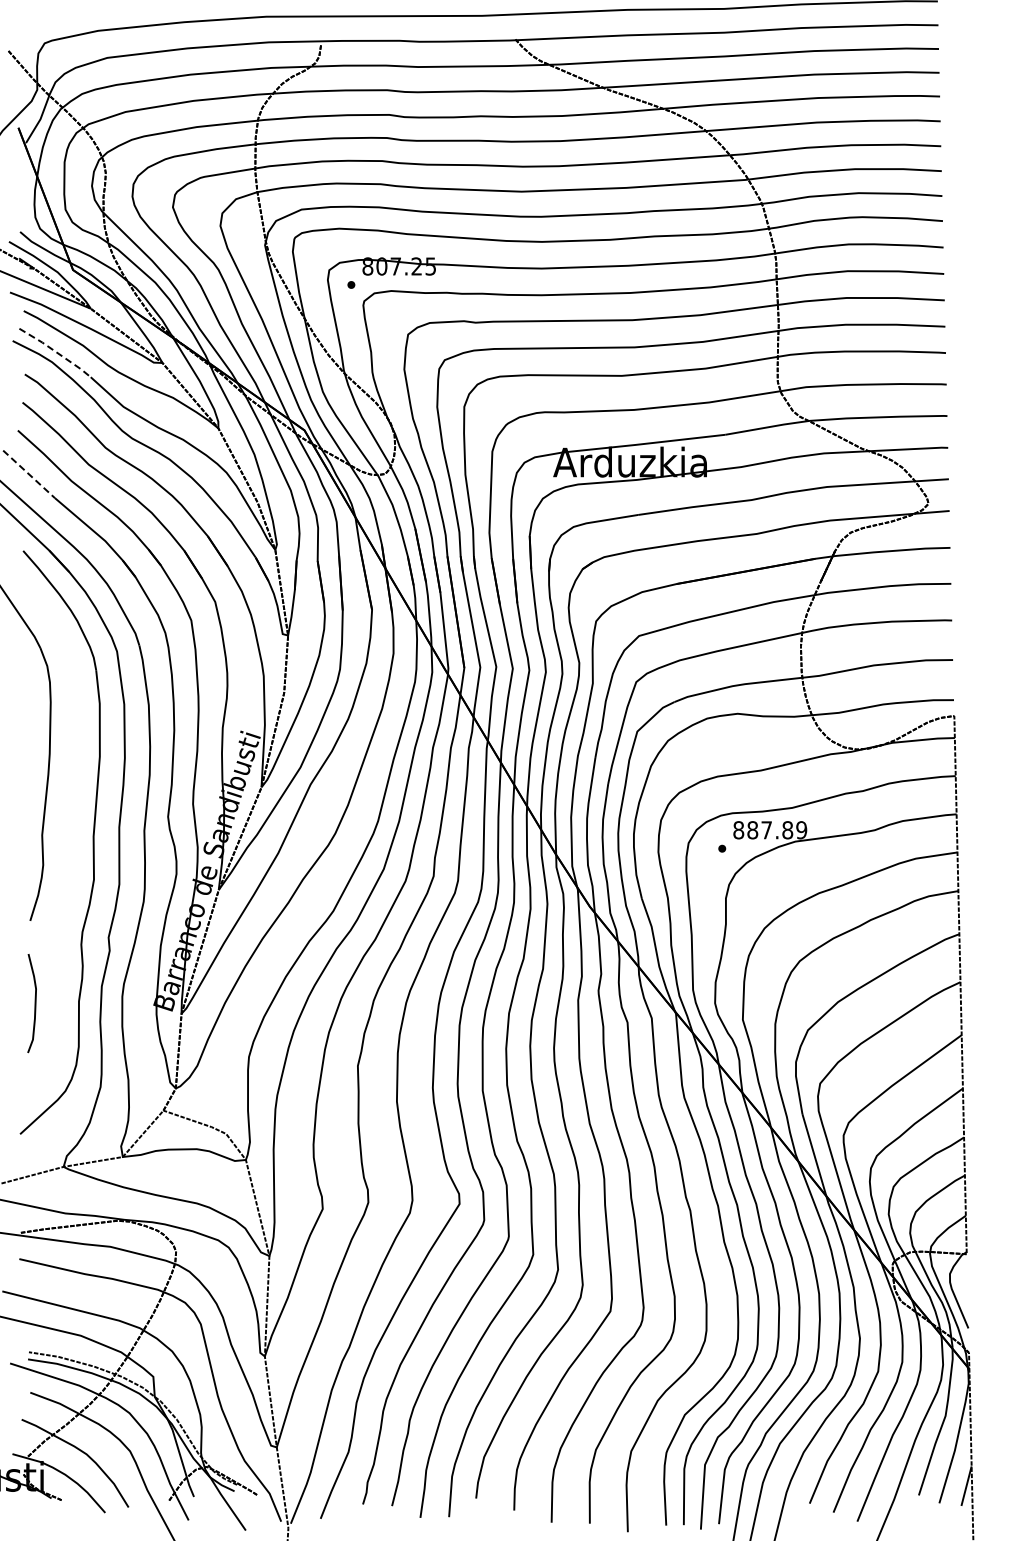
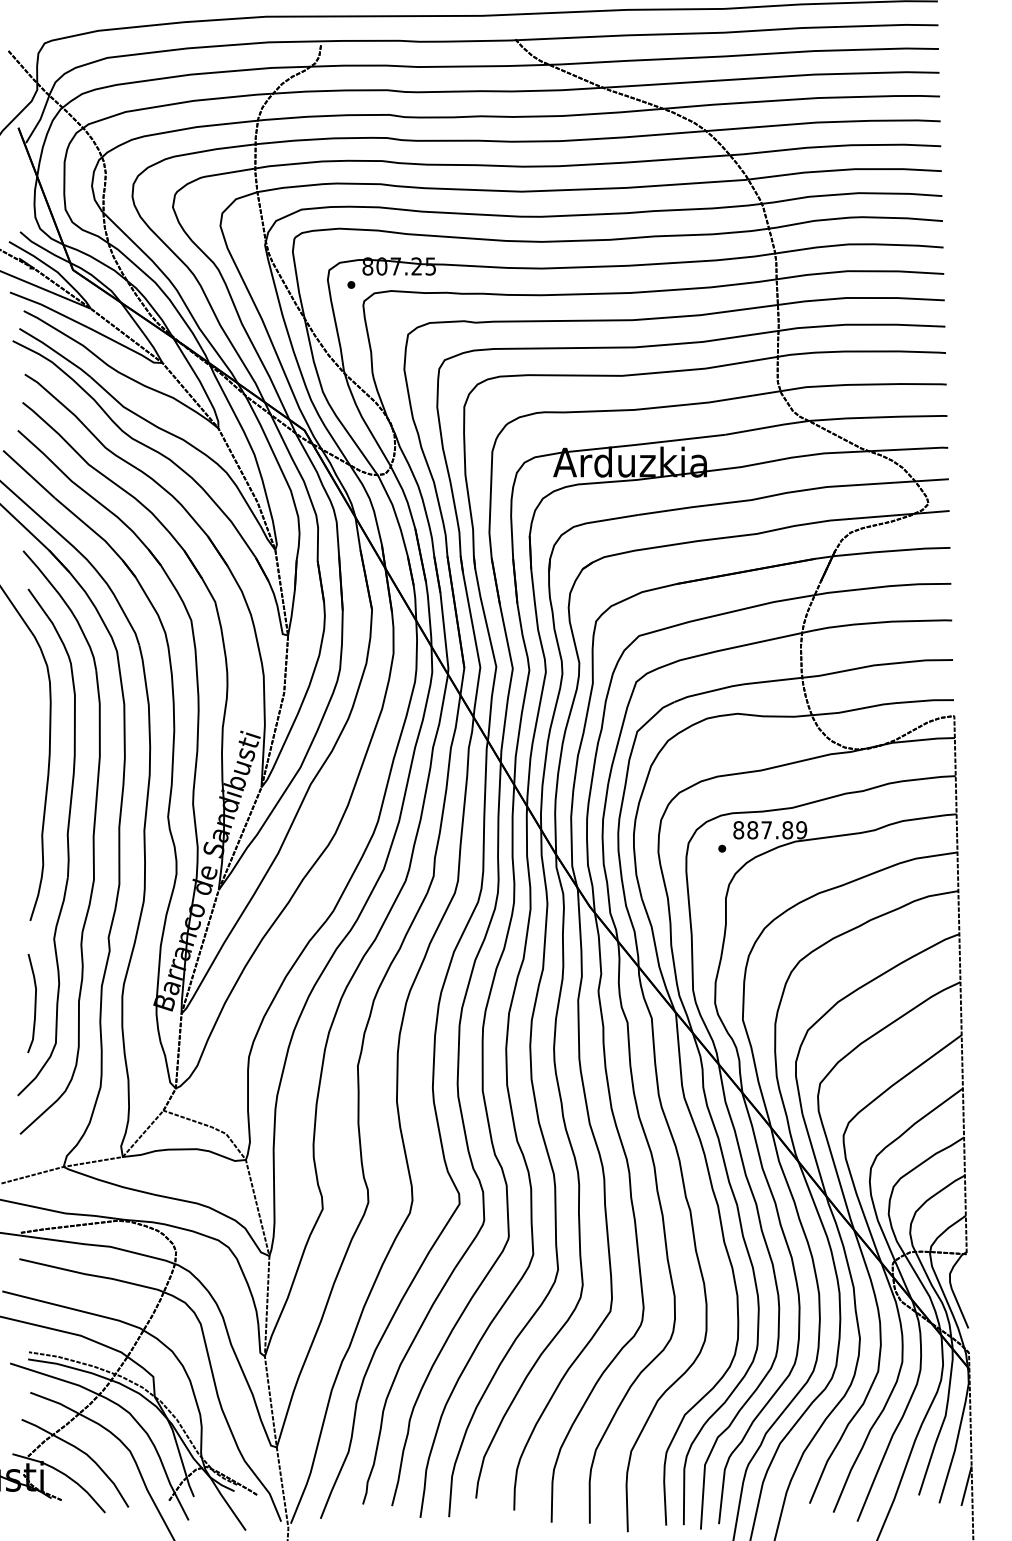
line at (56, 352): dashed -> solid
line at (29, 474): dashed -> solid
part at (67, 842): none -> present
